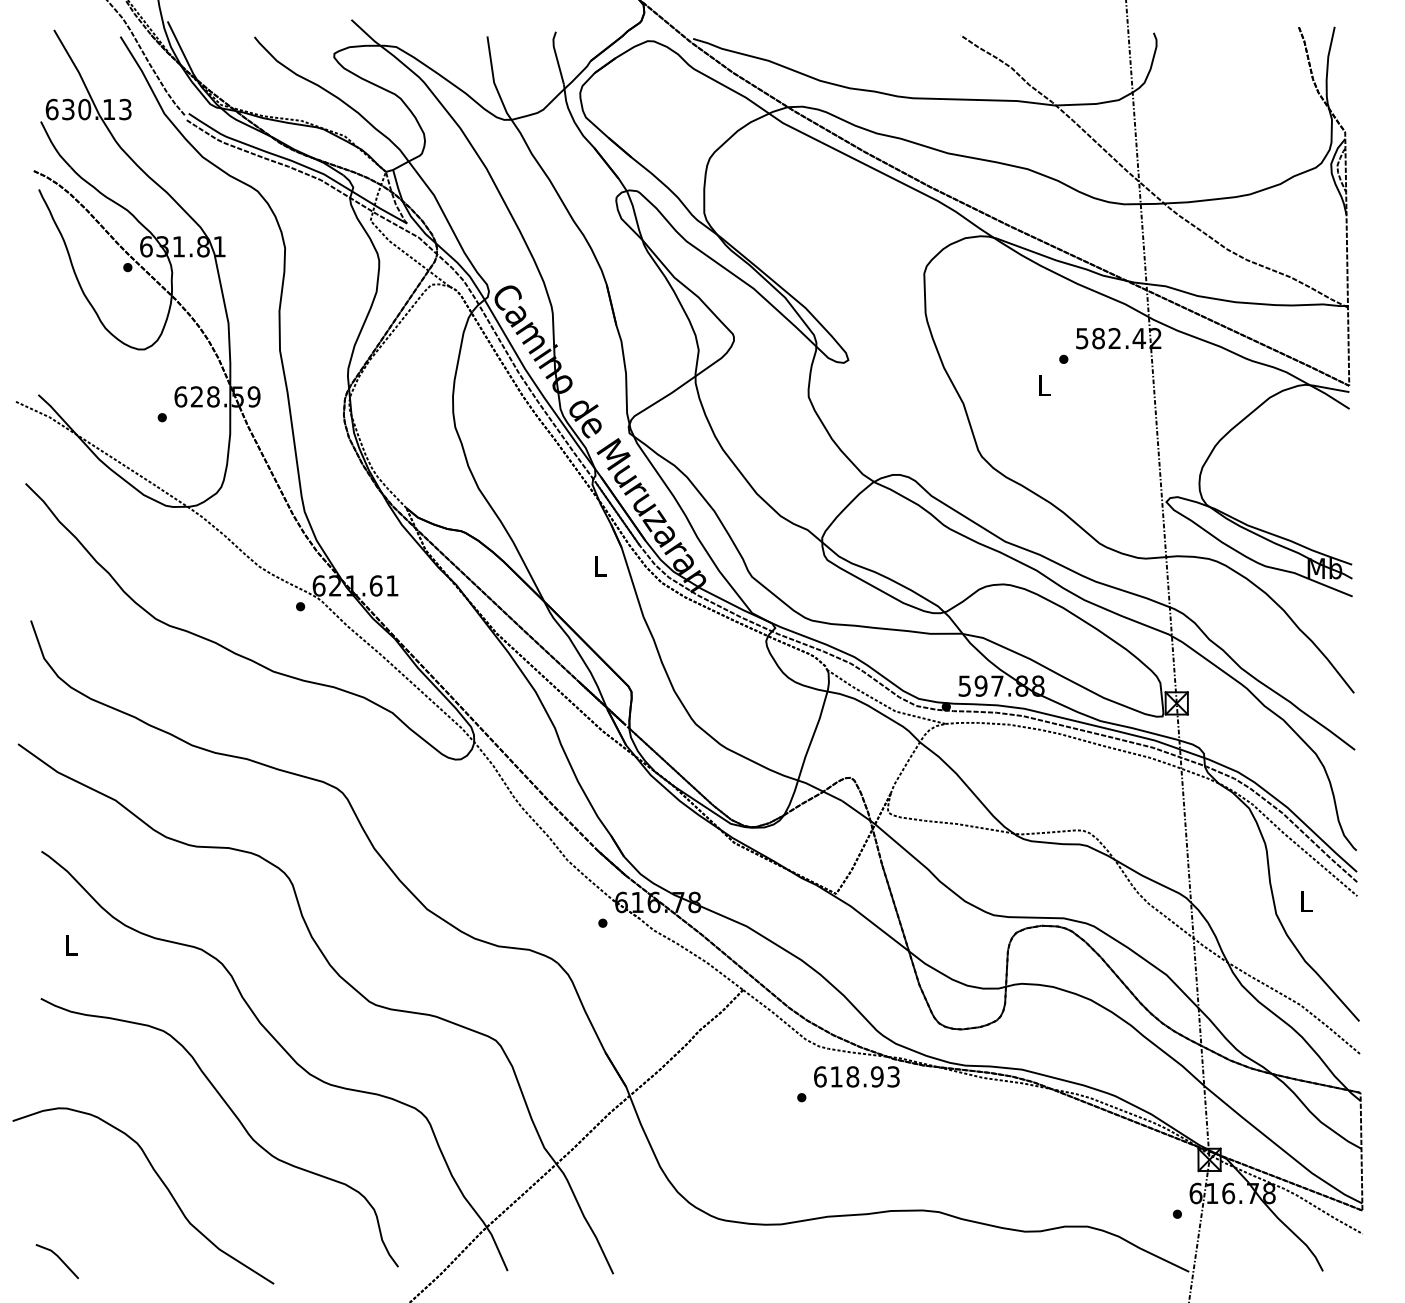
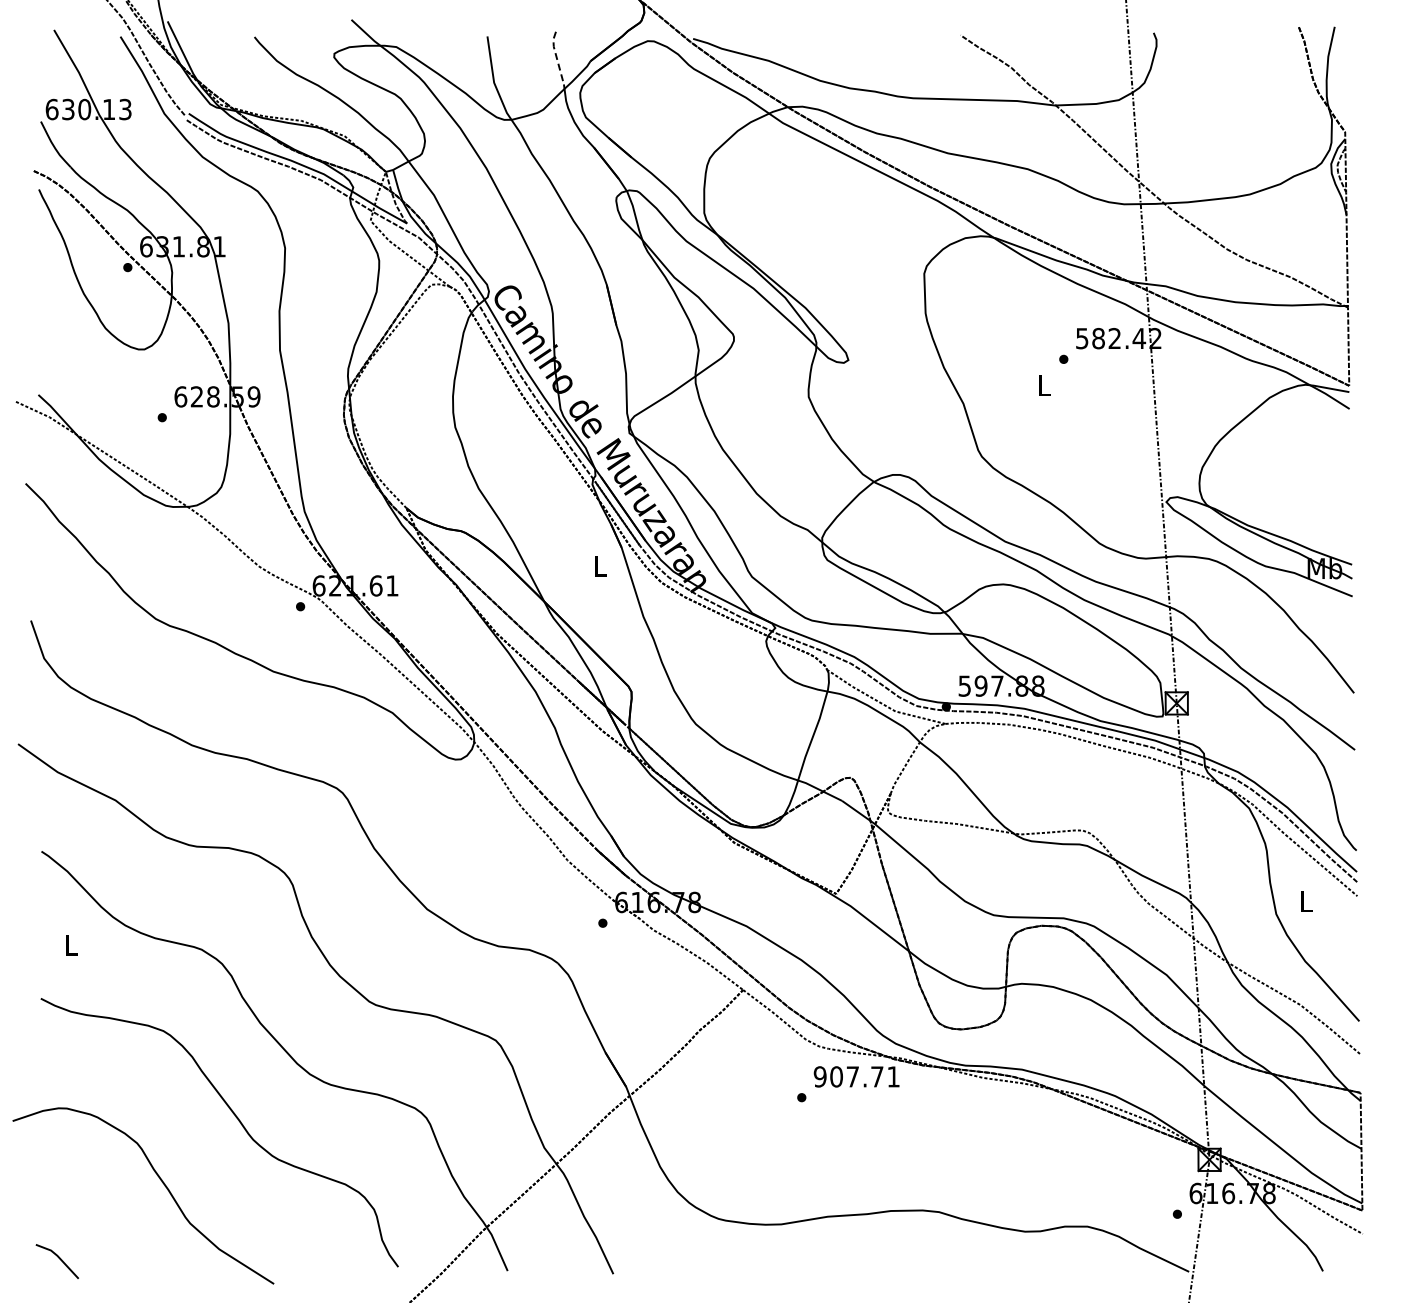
line at (556, 56): solid -> dashed
text at (856, 1076): 618.93 -> 907.71
